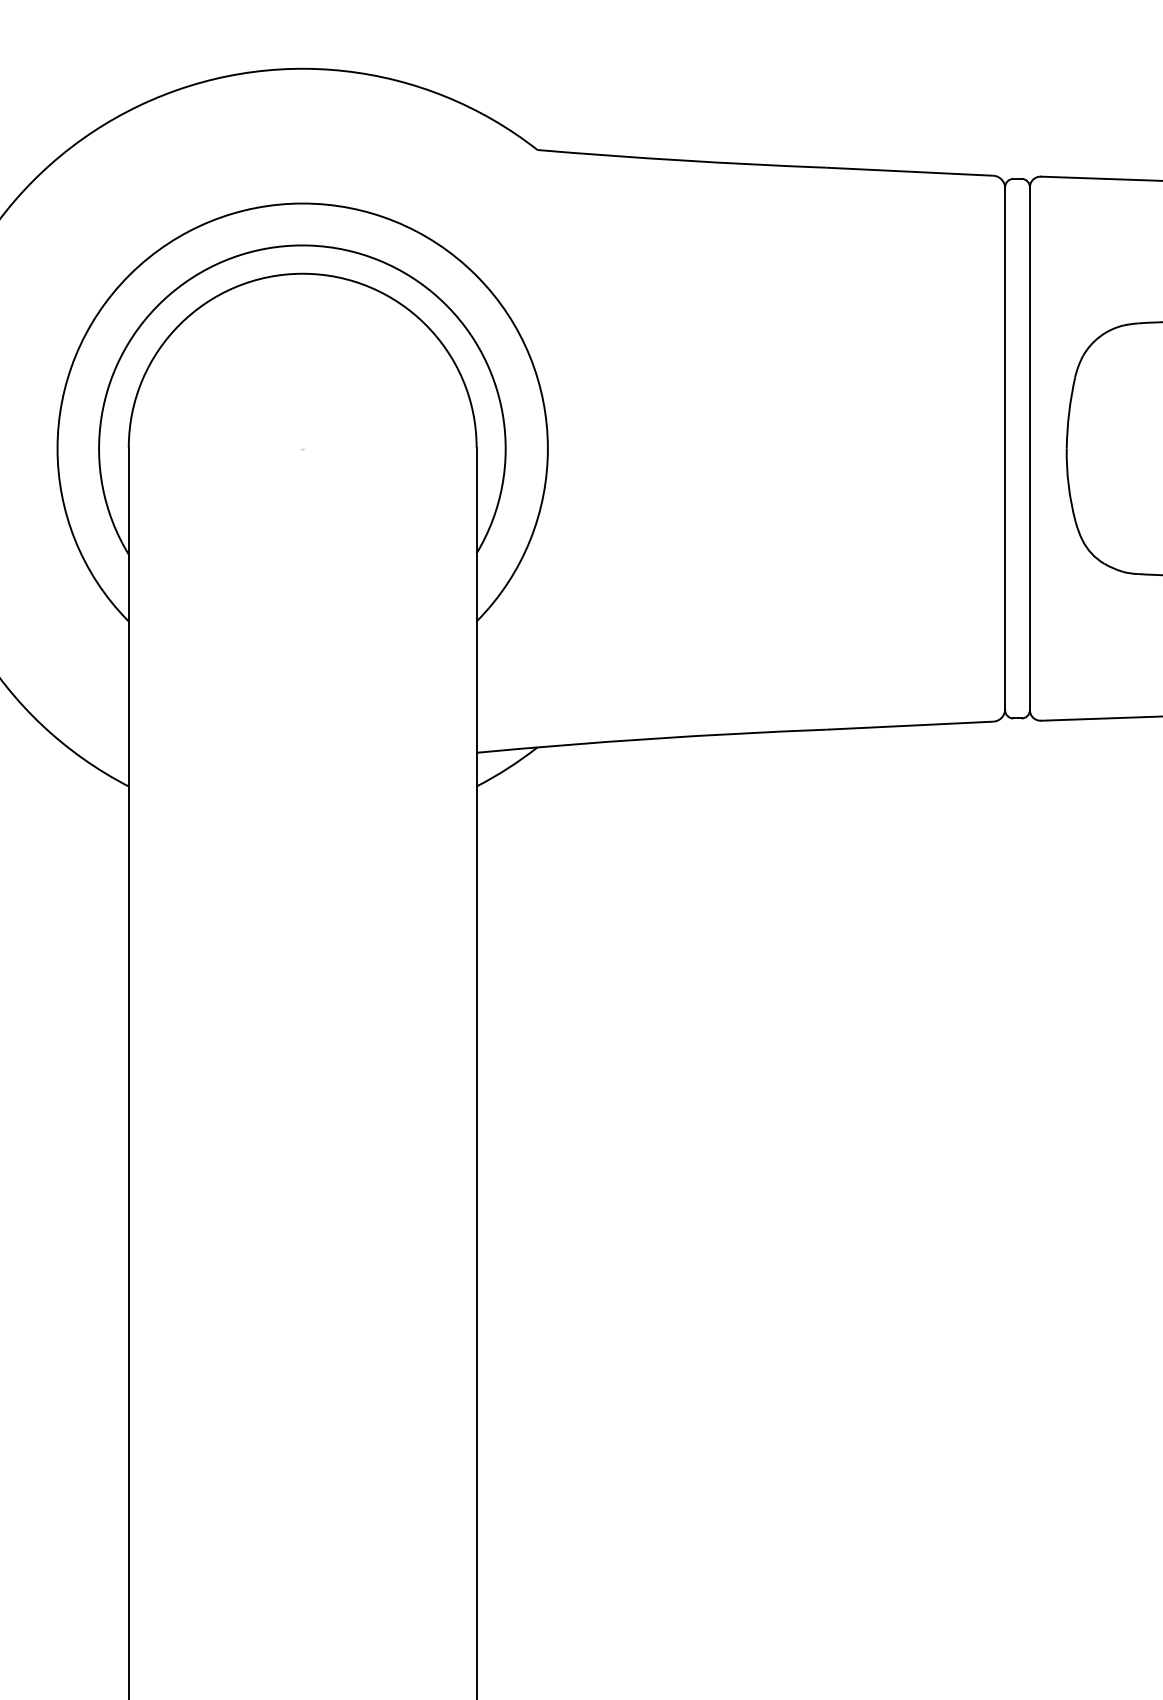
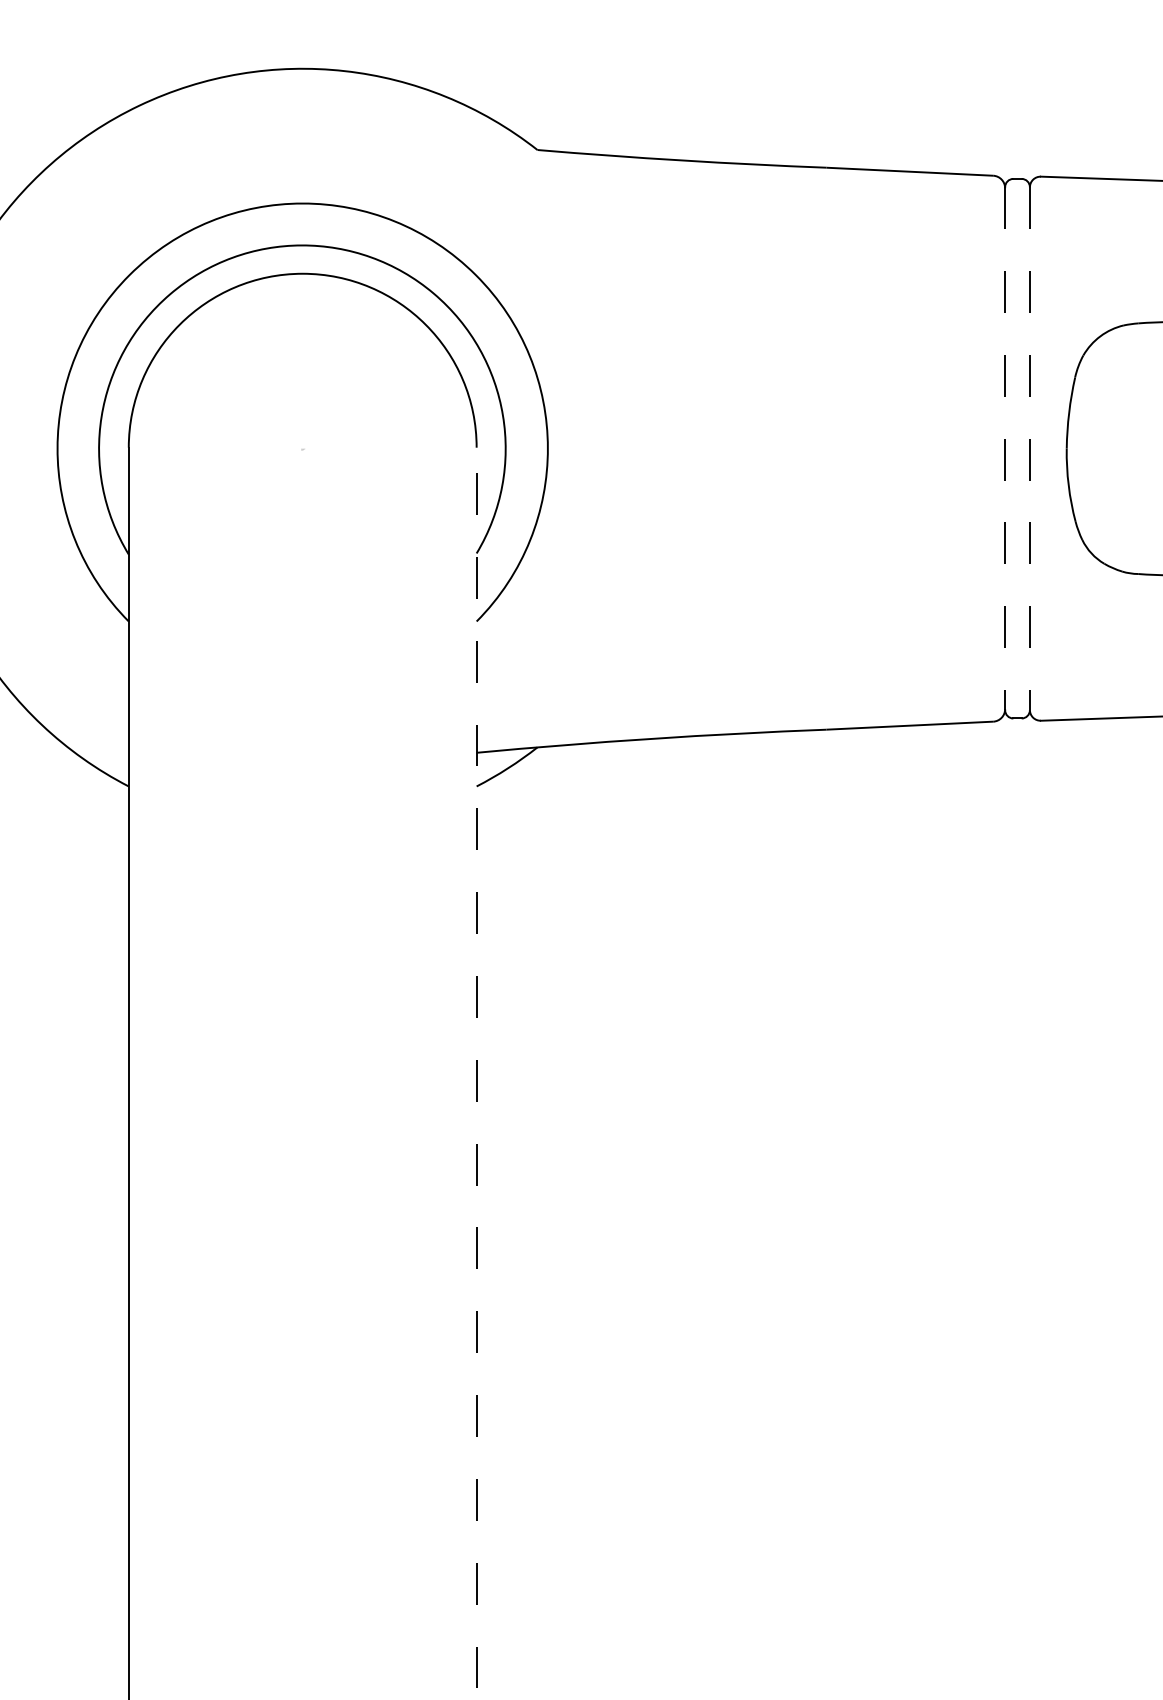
line at (1005, 448): solid -> dashed
line at (1029, 448): solid -> dashed
line at (476, 1073): solid -> dashed
